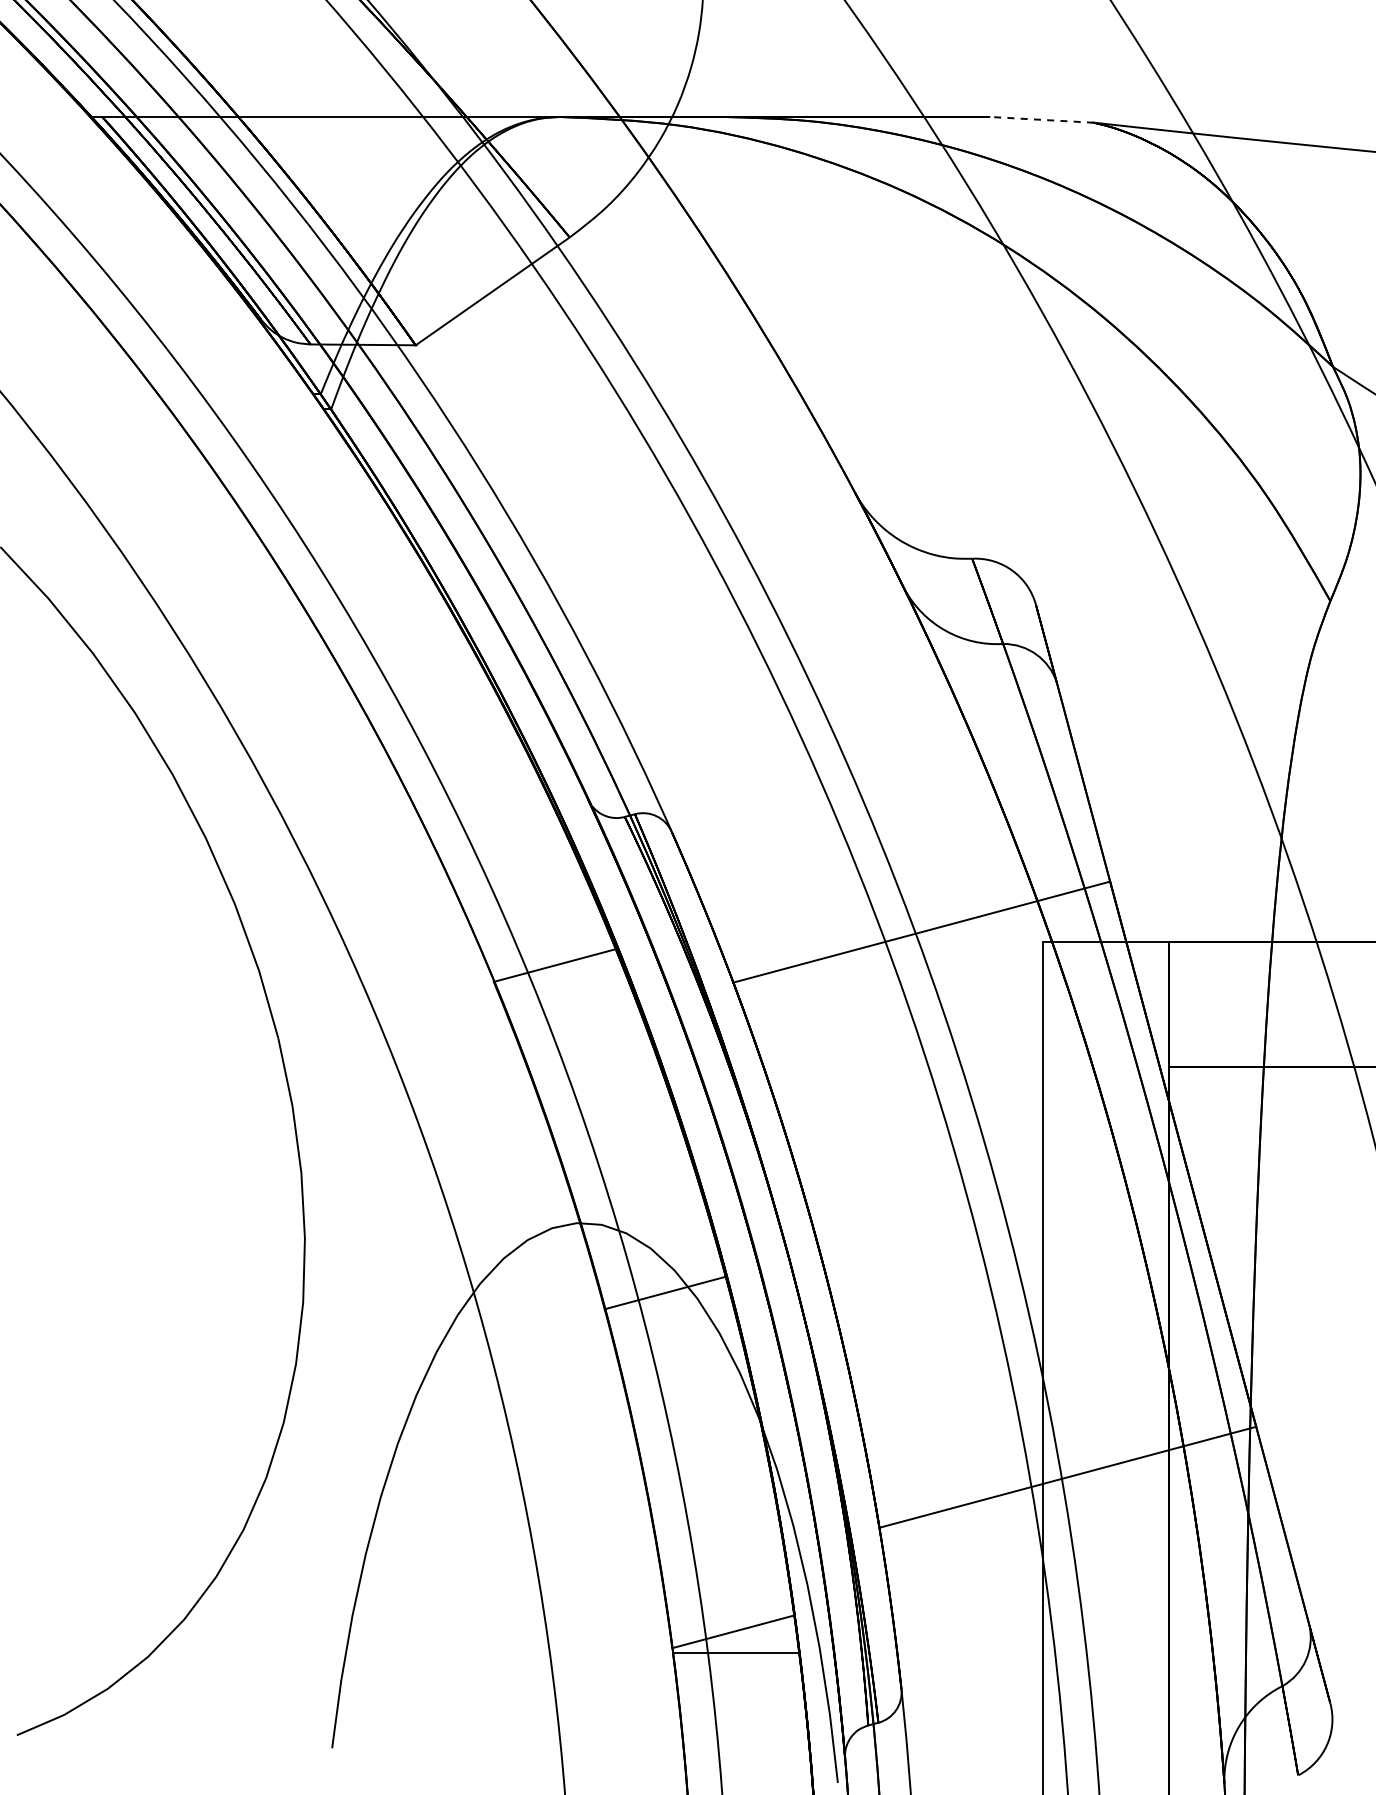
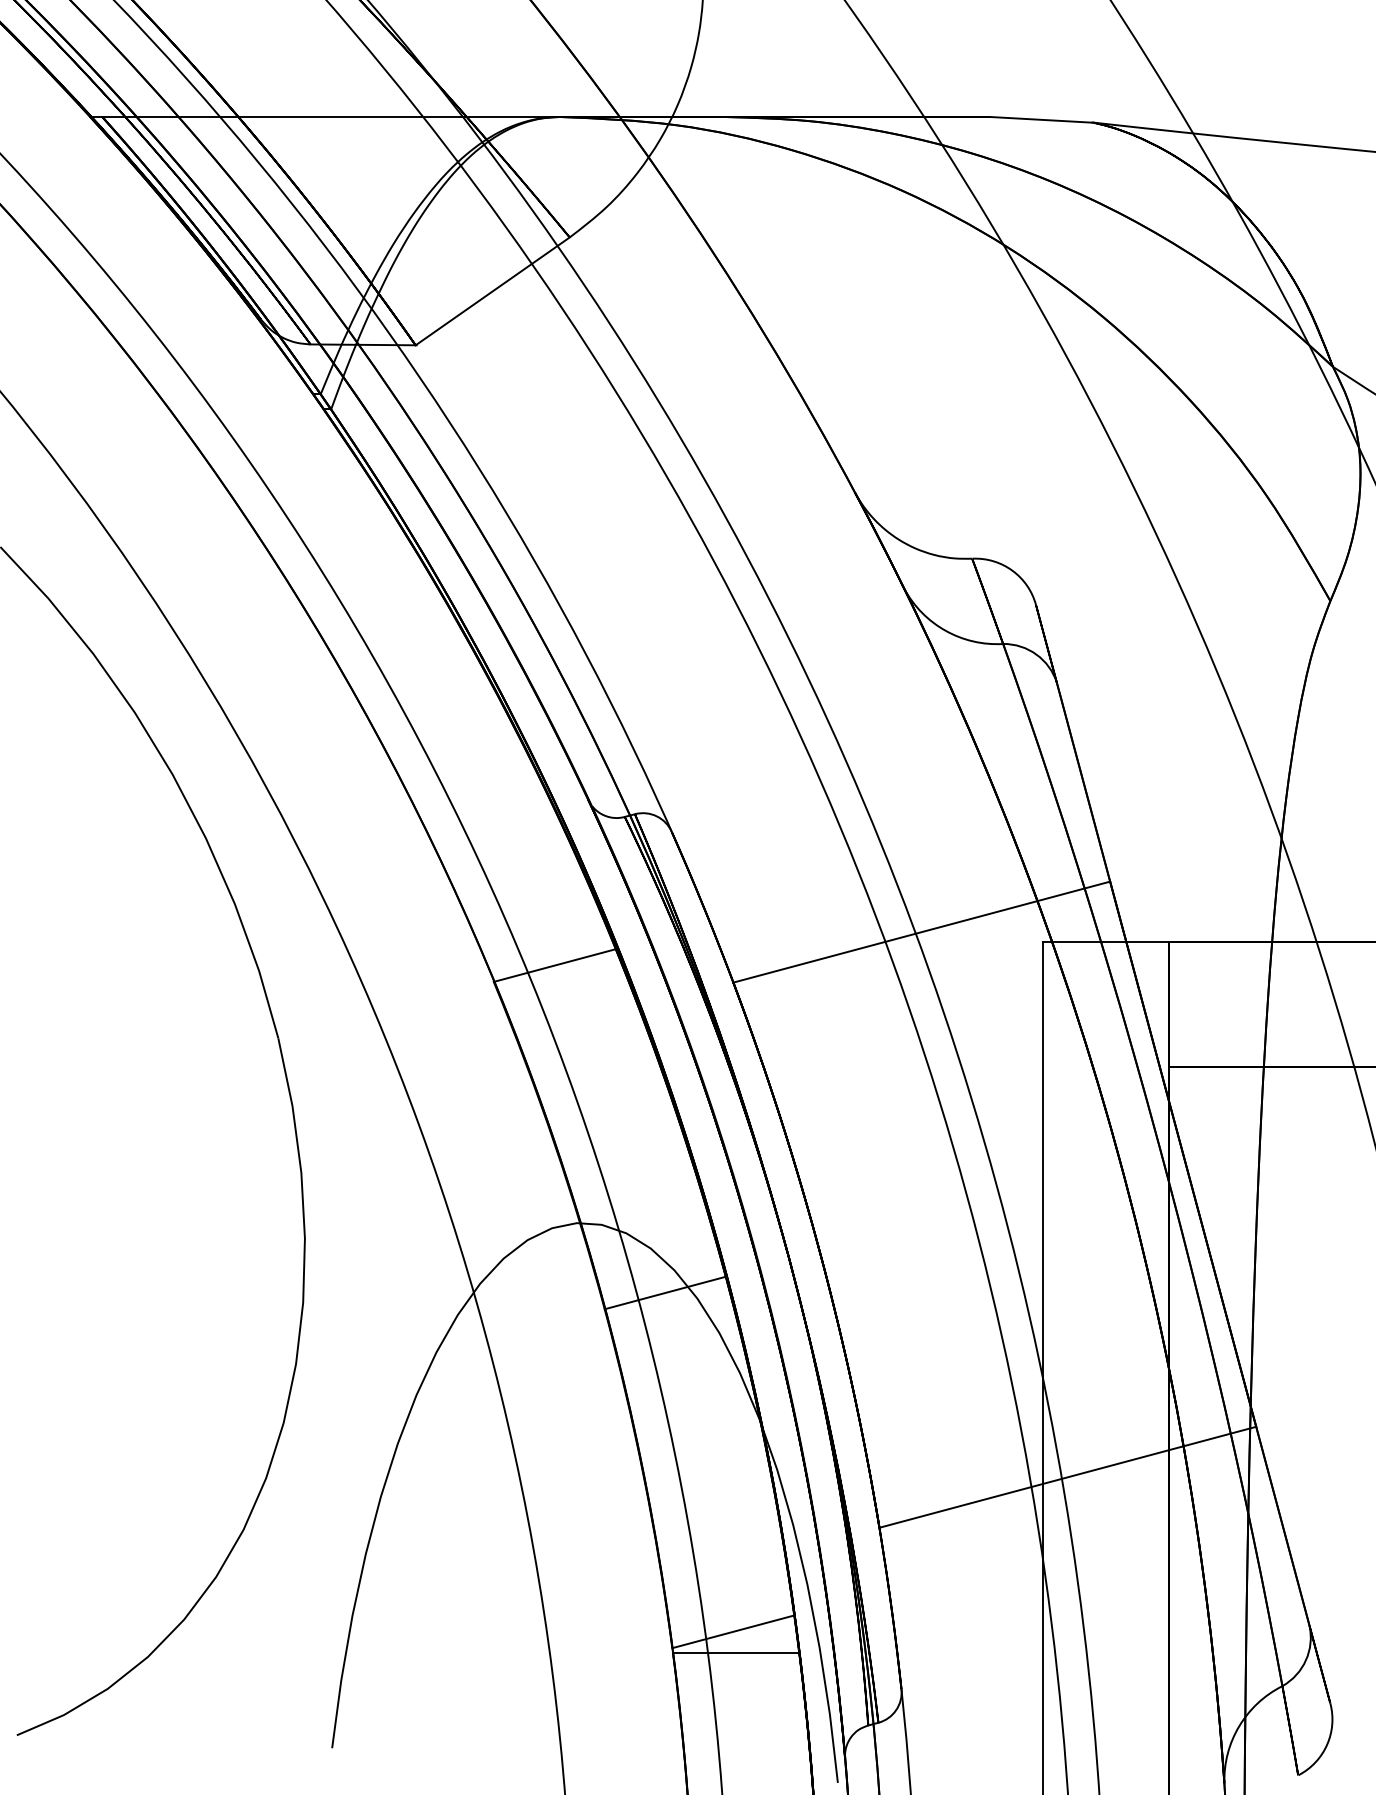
line at (1042, 119): dashed -> solid
